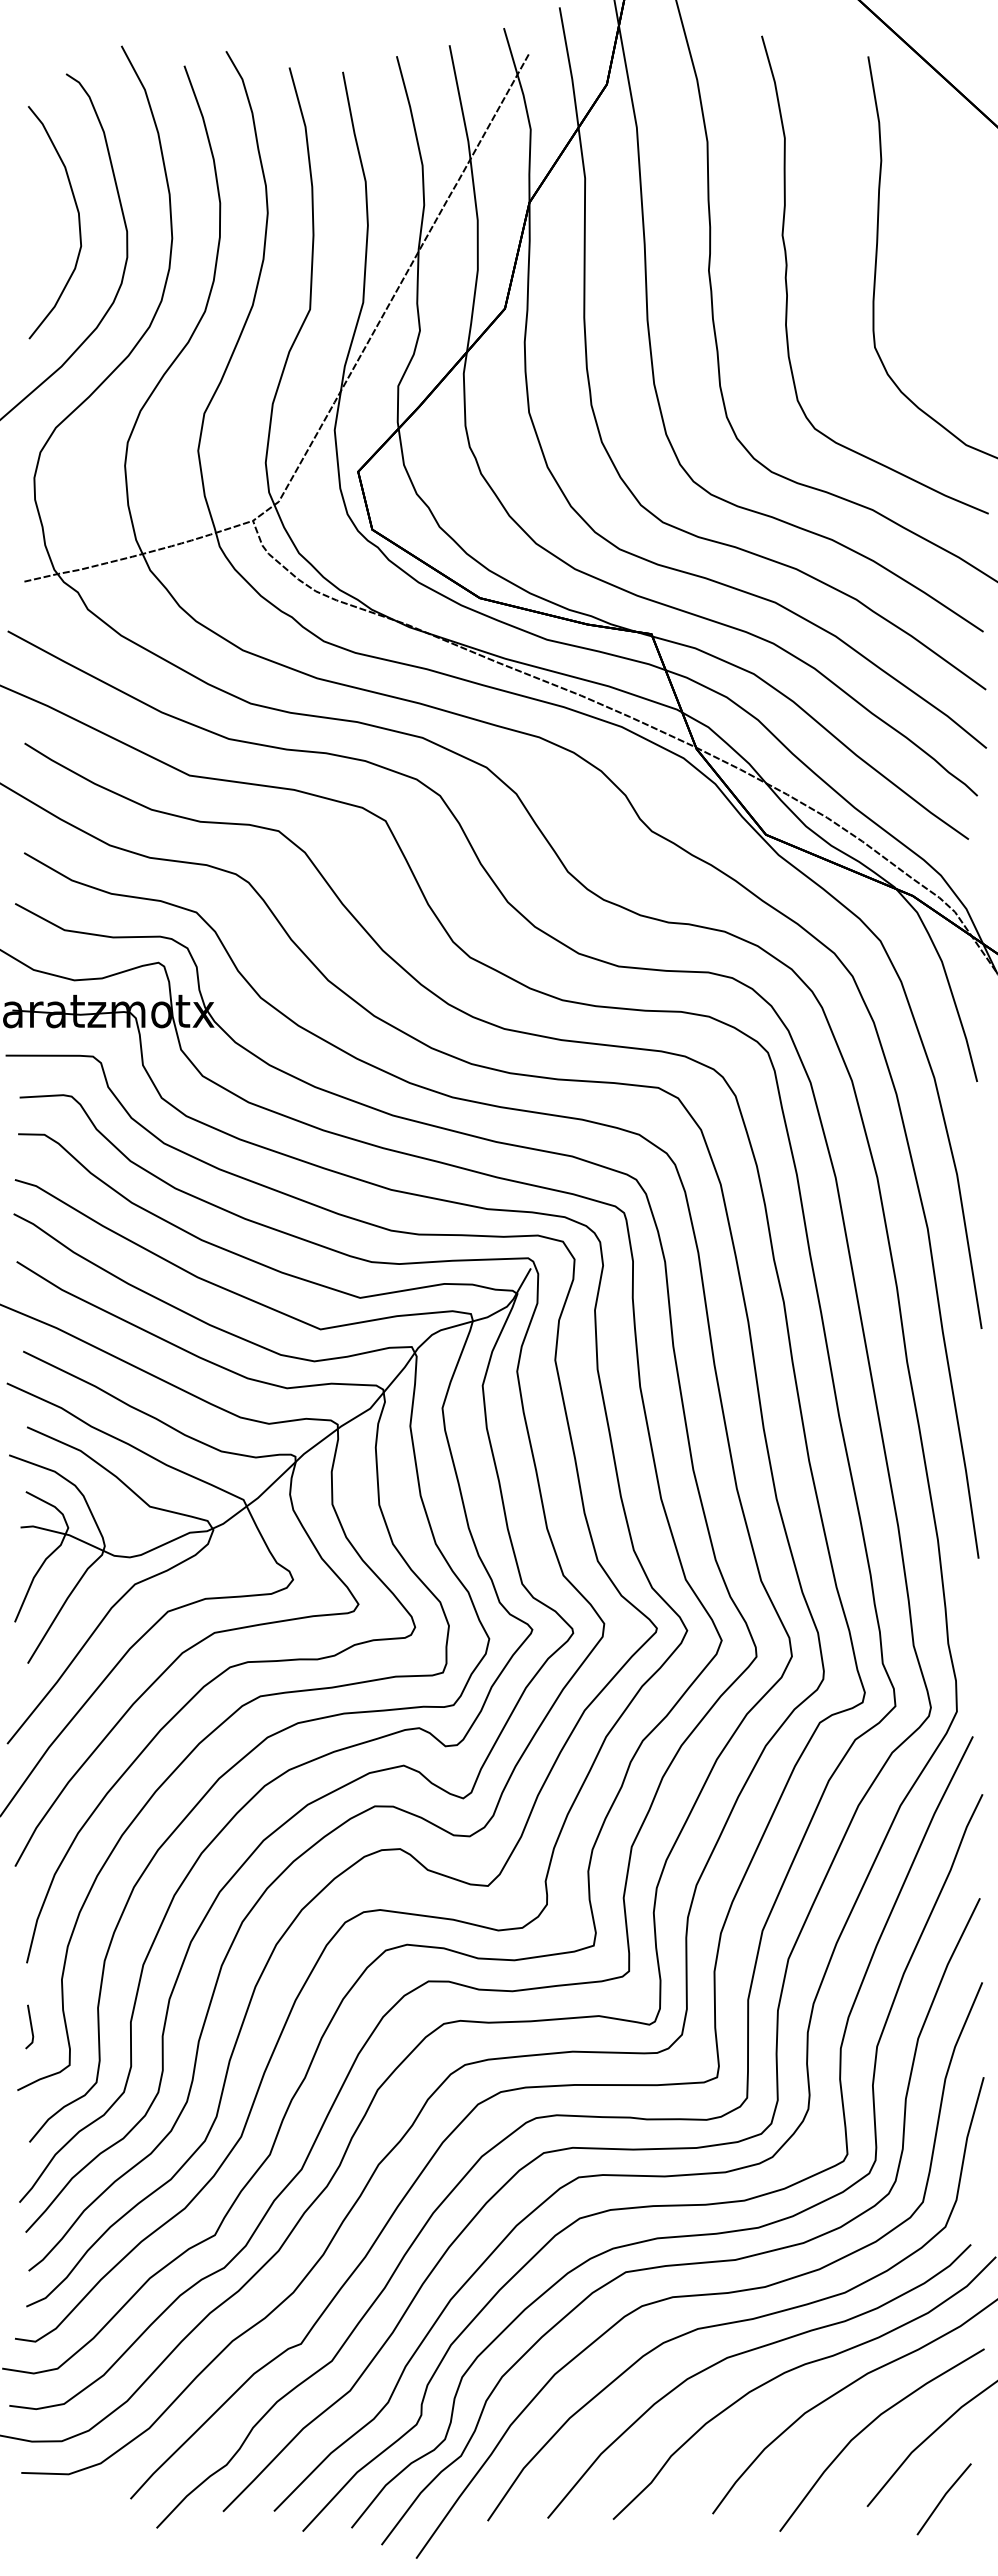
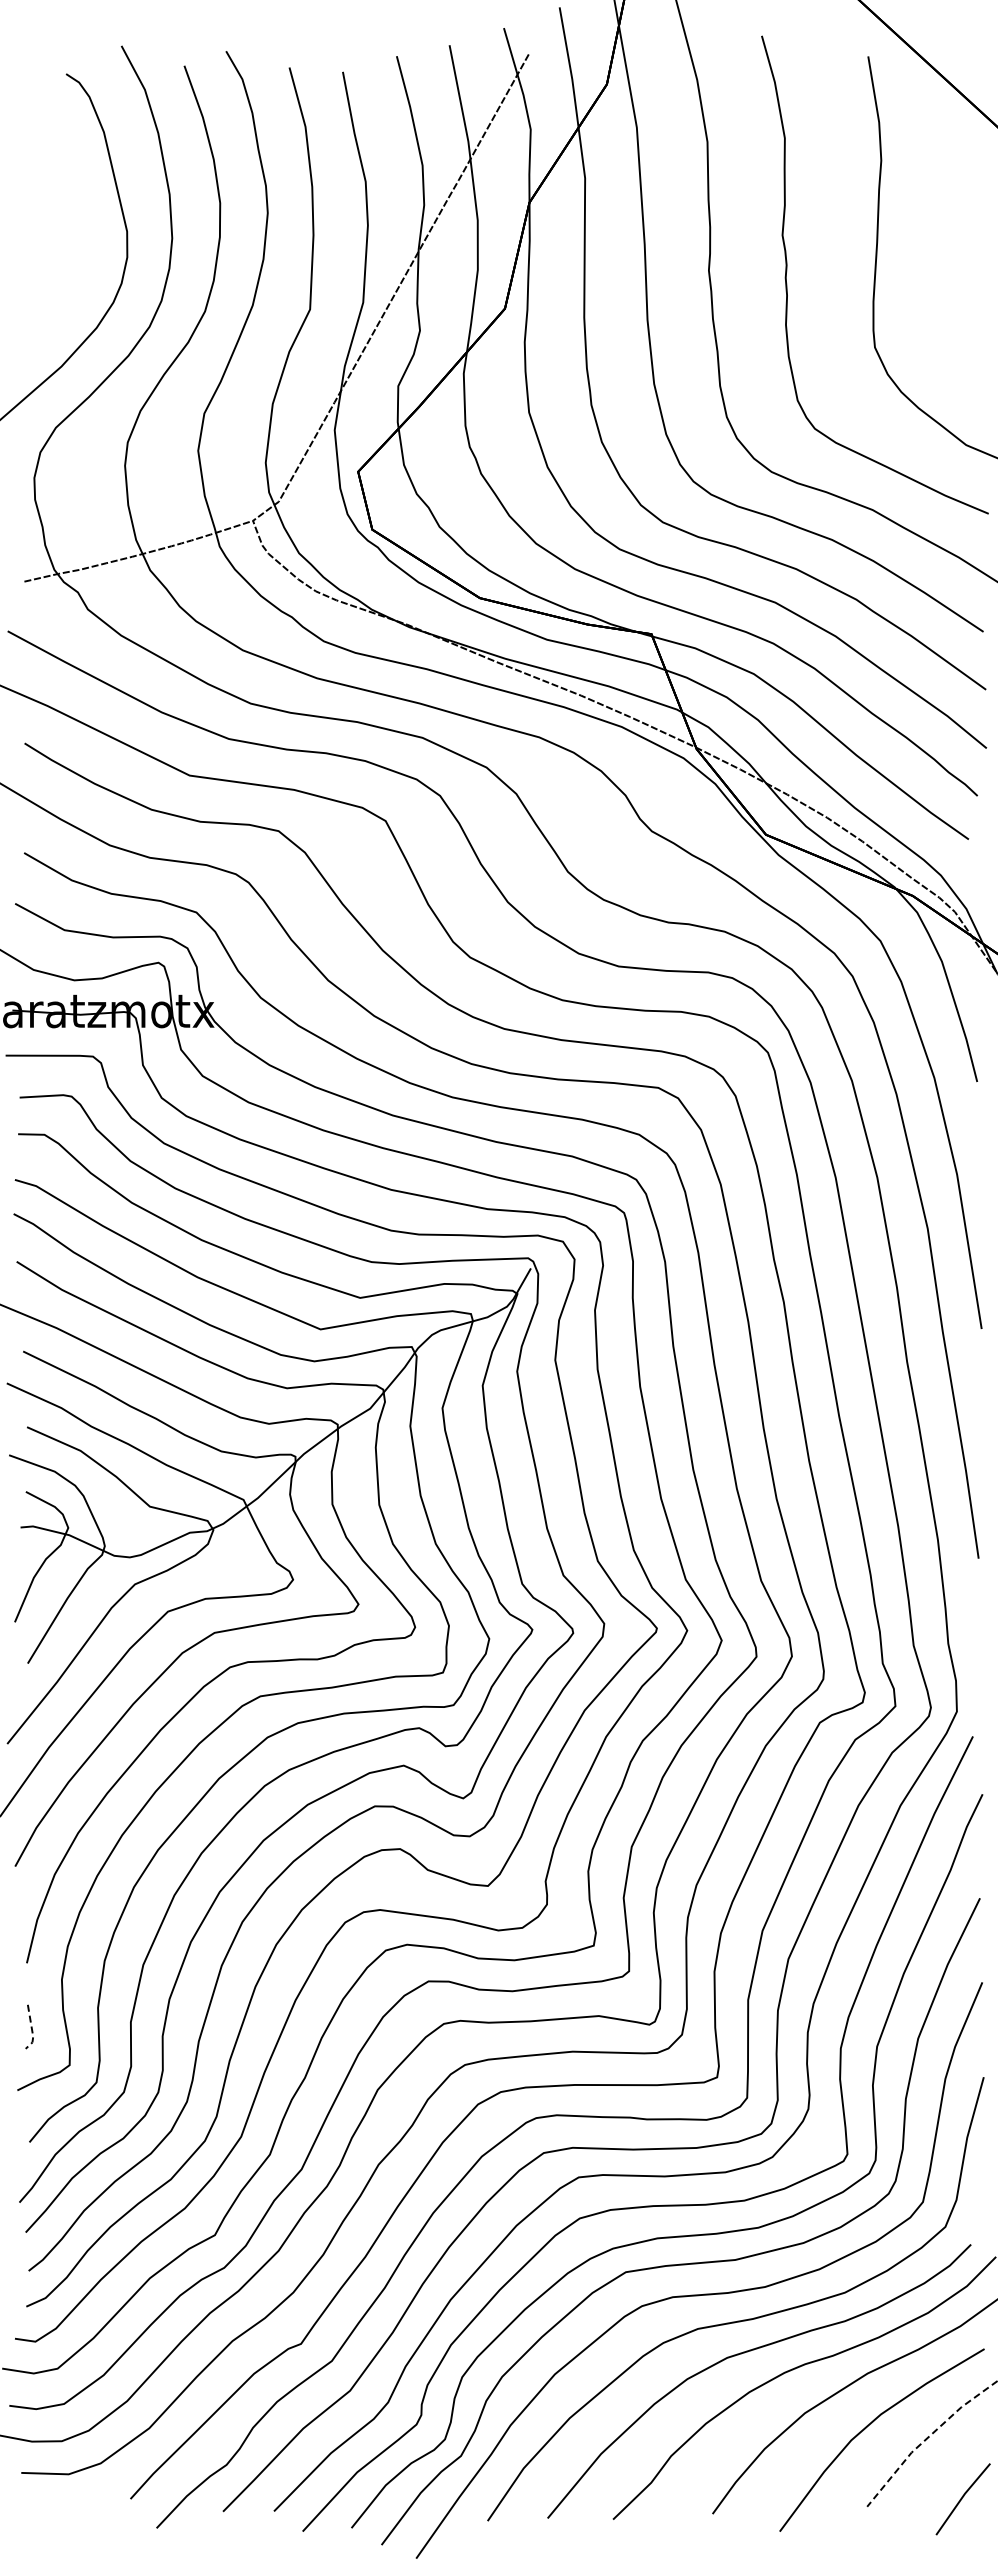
curve at (78, 222): present -> none
line at (32, 2030): solid -> dashed
line at (927, 2438): solid -> dashed
line at (943, 2499) position: (943, 2499) -> (962, 2499)
